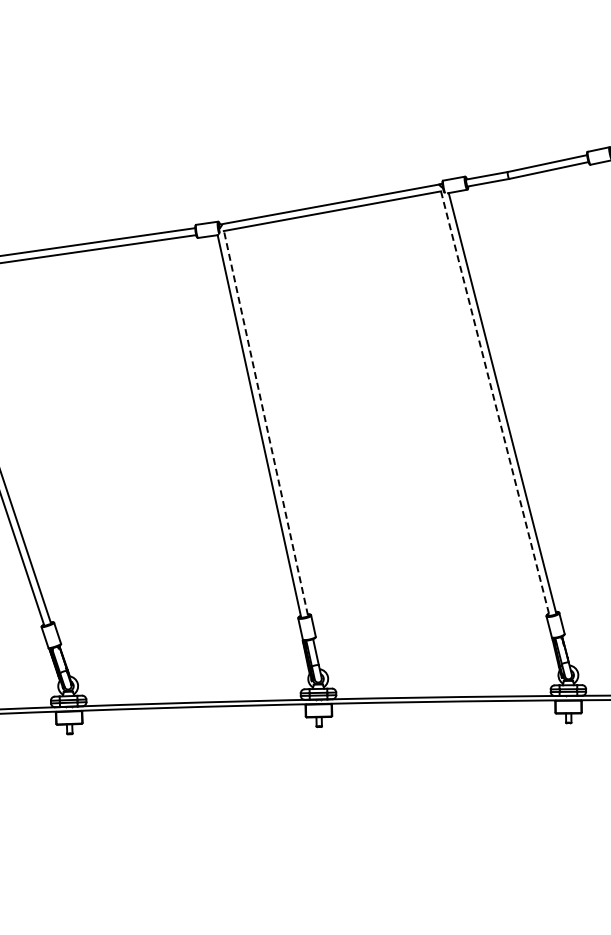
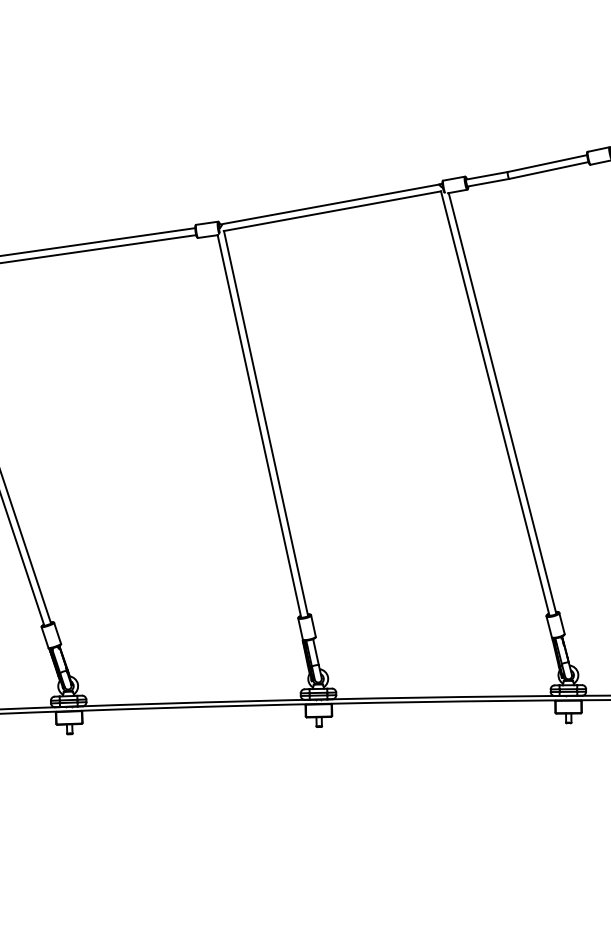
line at (495, 403): dashed -> solid
line at (265, 423): dashed -> solid
